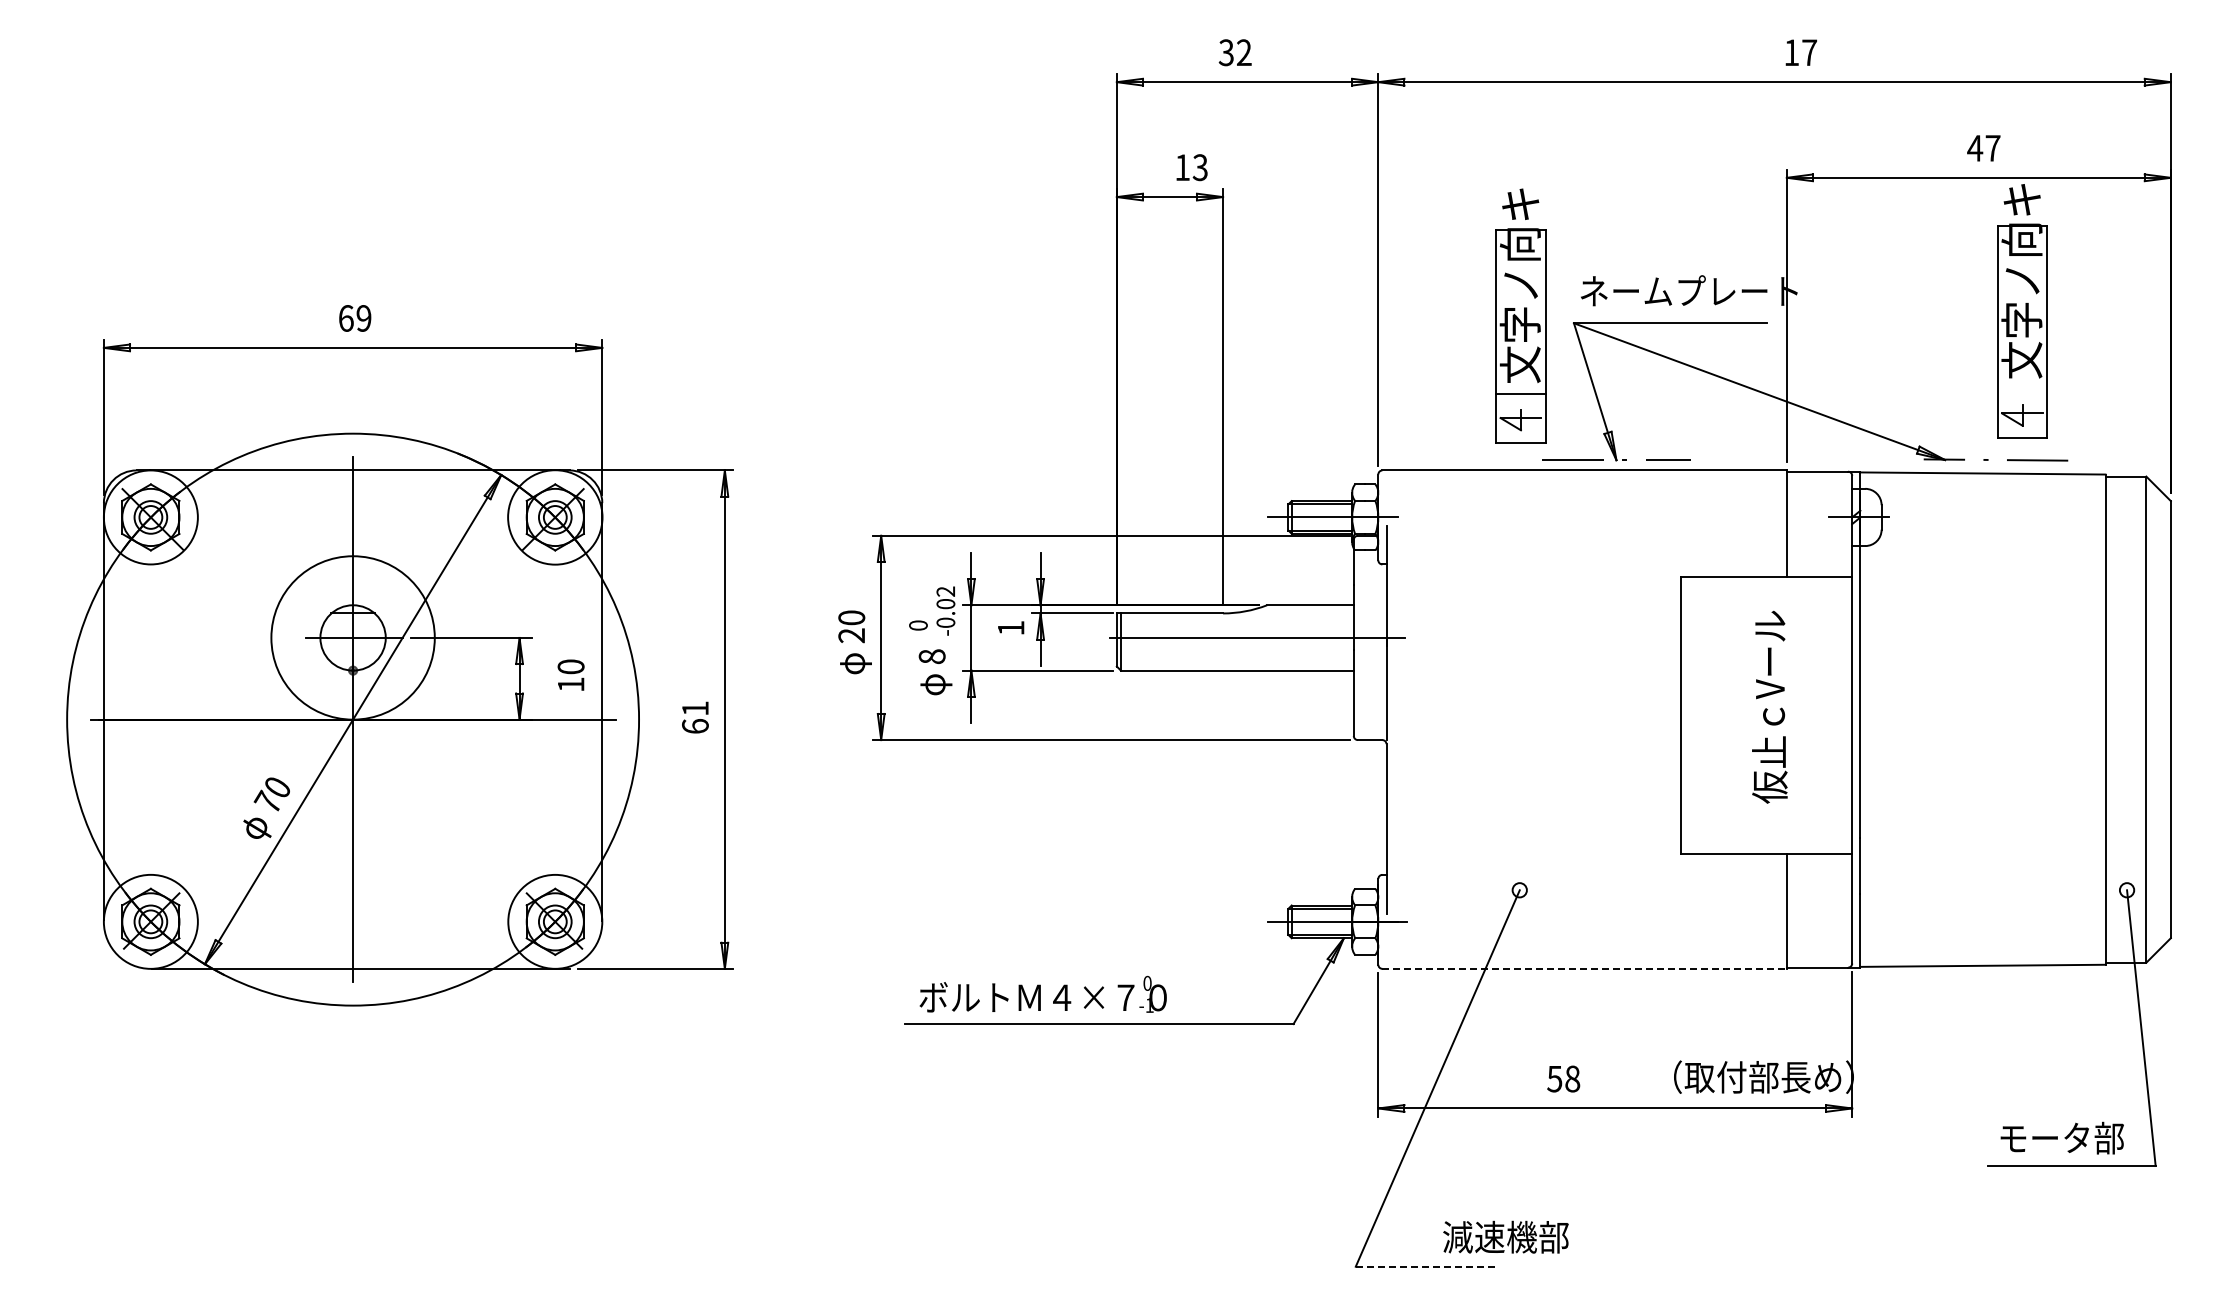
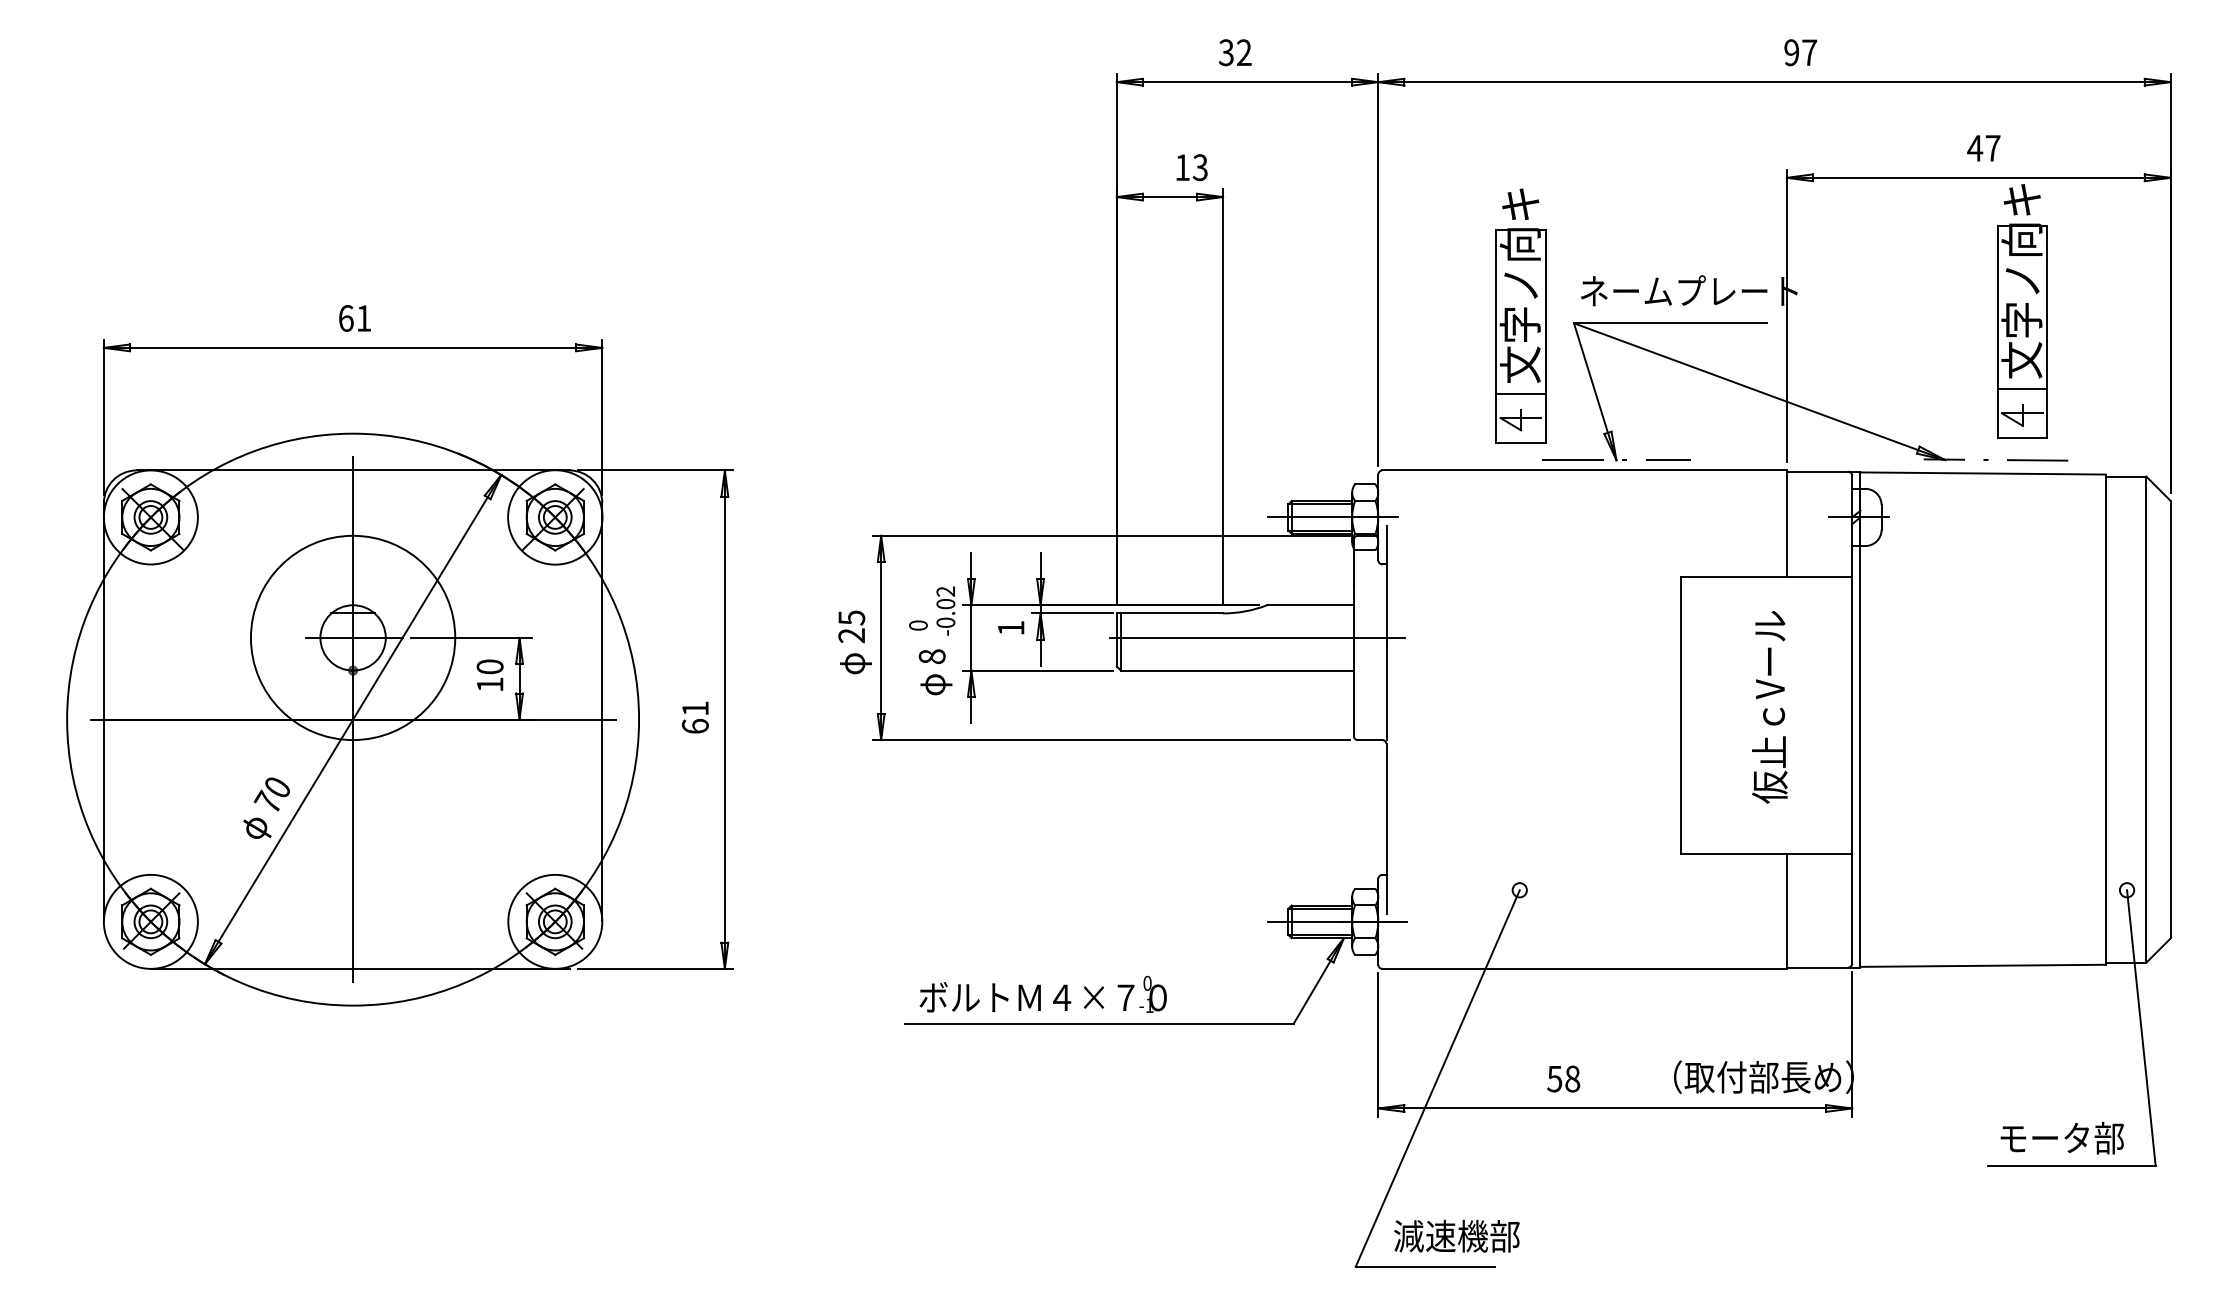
text at (1791, 52): 17 -> 97
text at (363, 318): 69 -> 61
line at (2022, 388): none -> present
text at (851, 617): 20 -> 25
circle at (352, 637) diameter: 163 px -> 204 px
text at (570, 674) position: (570, 674) -> (489, 674)
line at (1585, 968): dashed -> solid
text at (1505, 1236) position: (1505, 1236) -> (1456, 1235)
line at (1425, 1266): dashed -> solid
